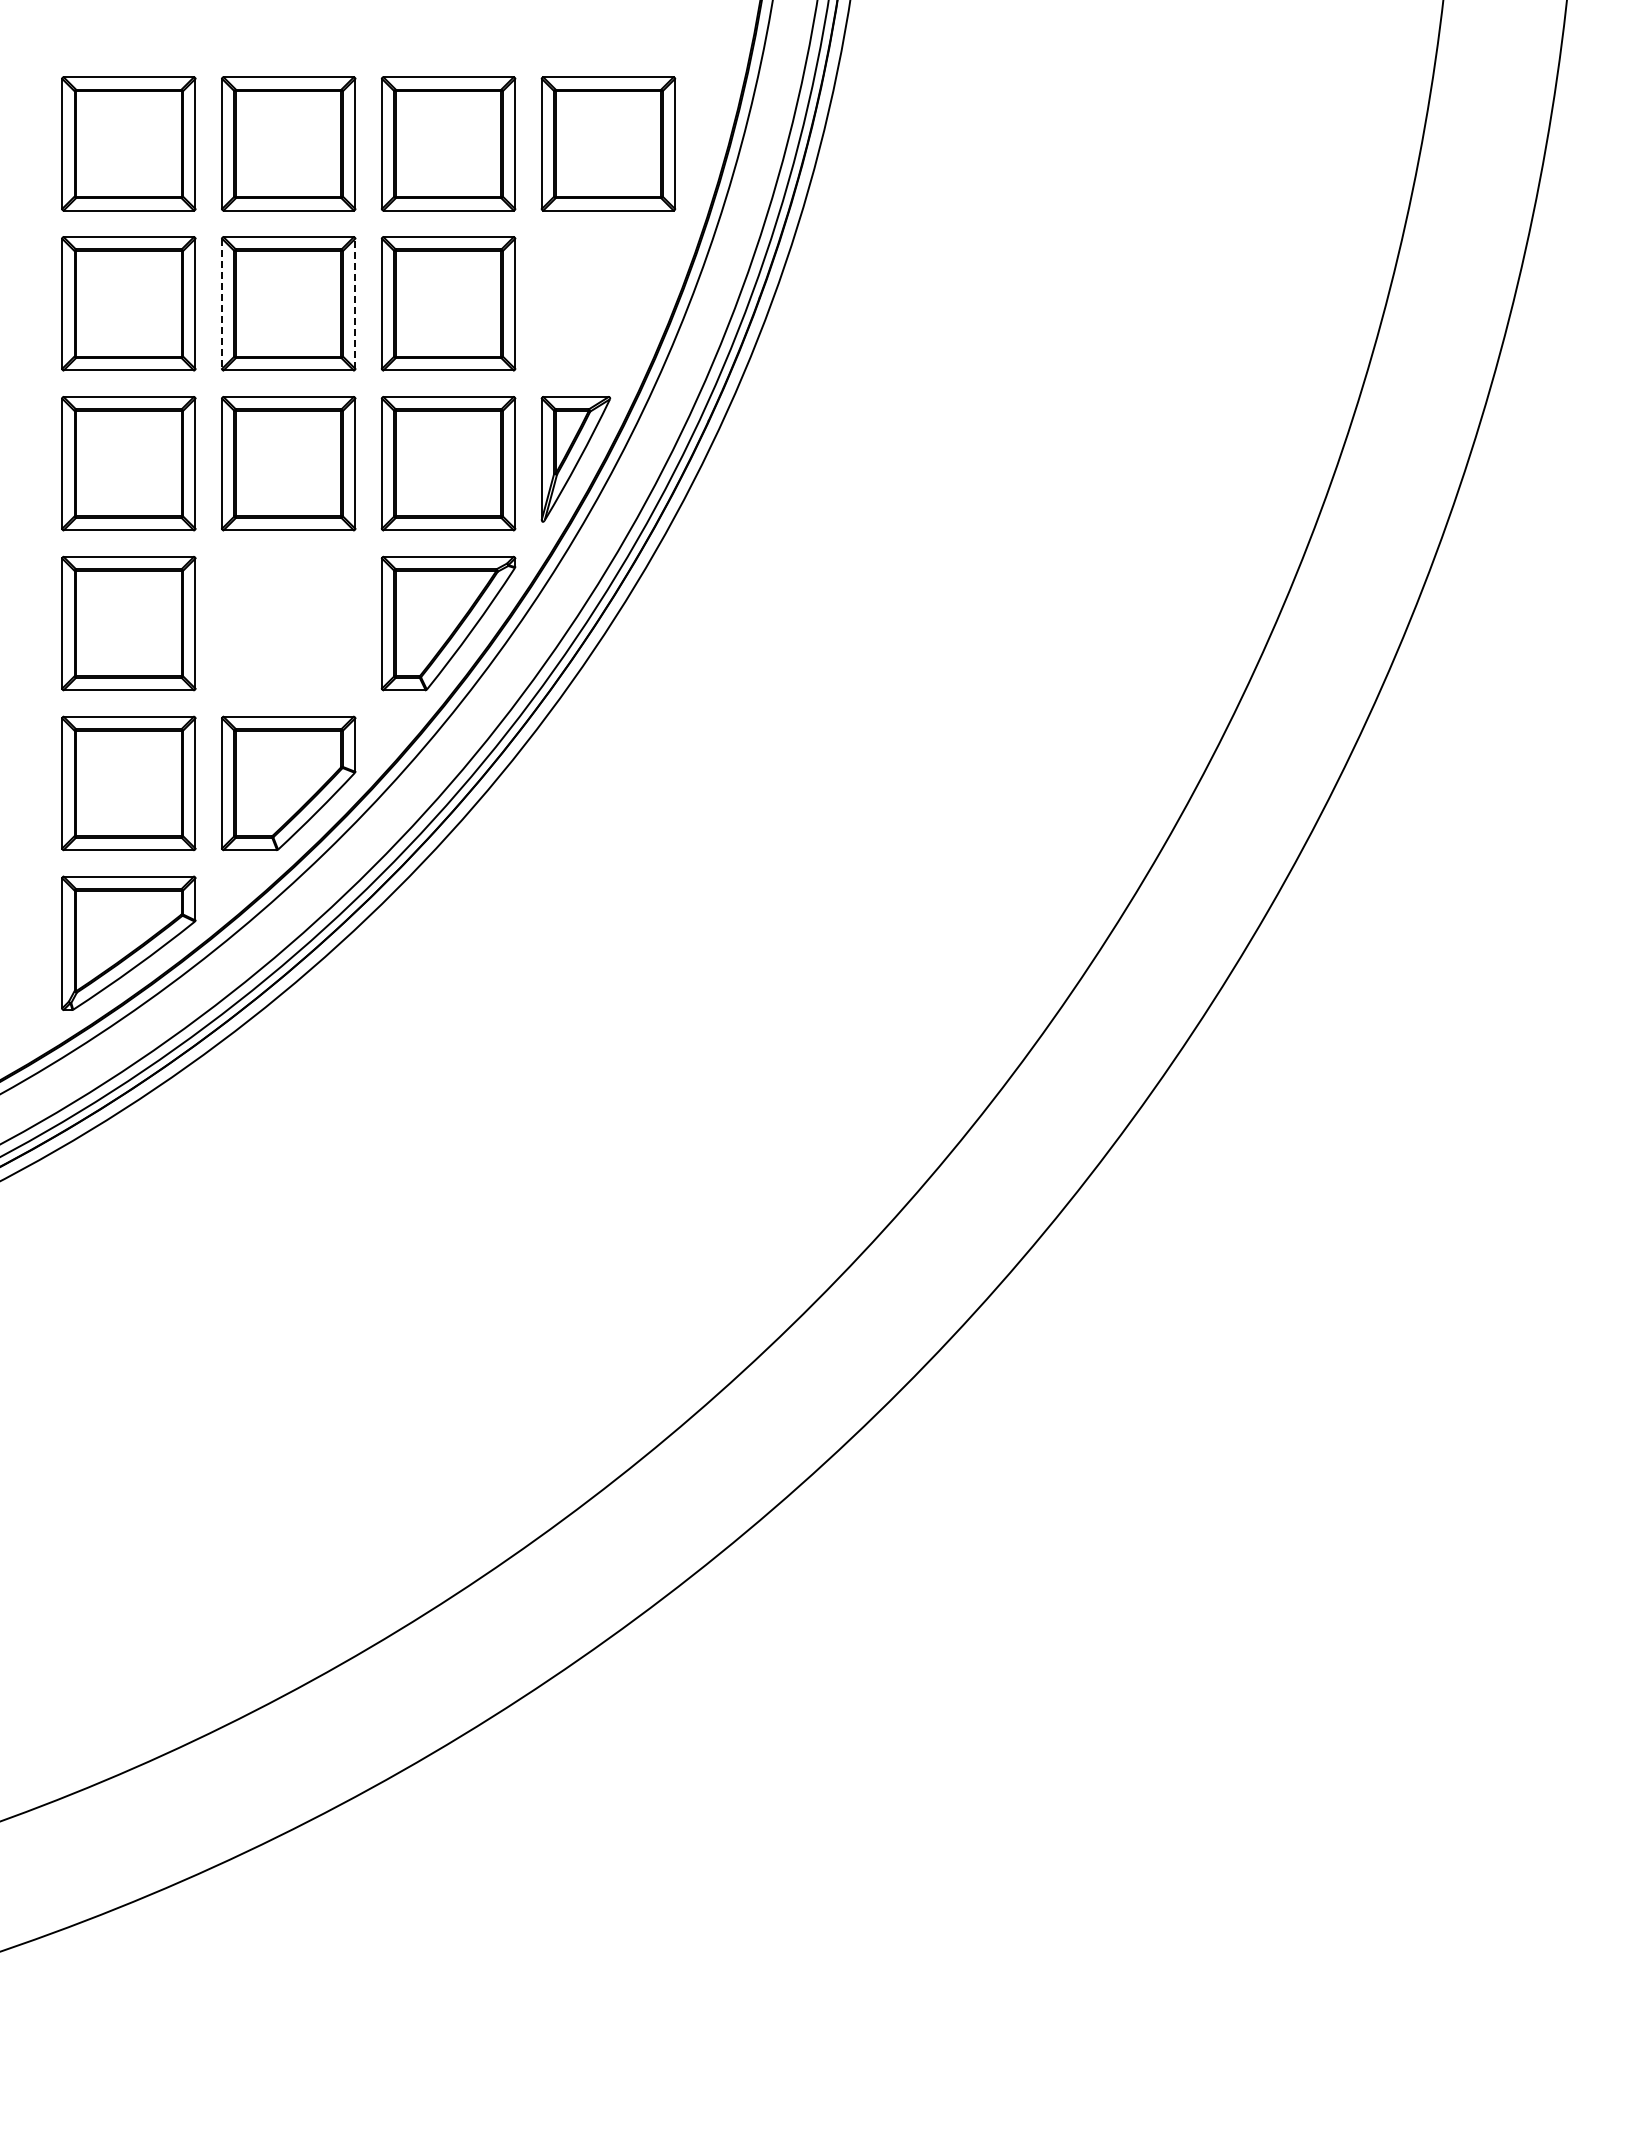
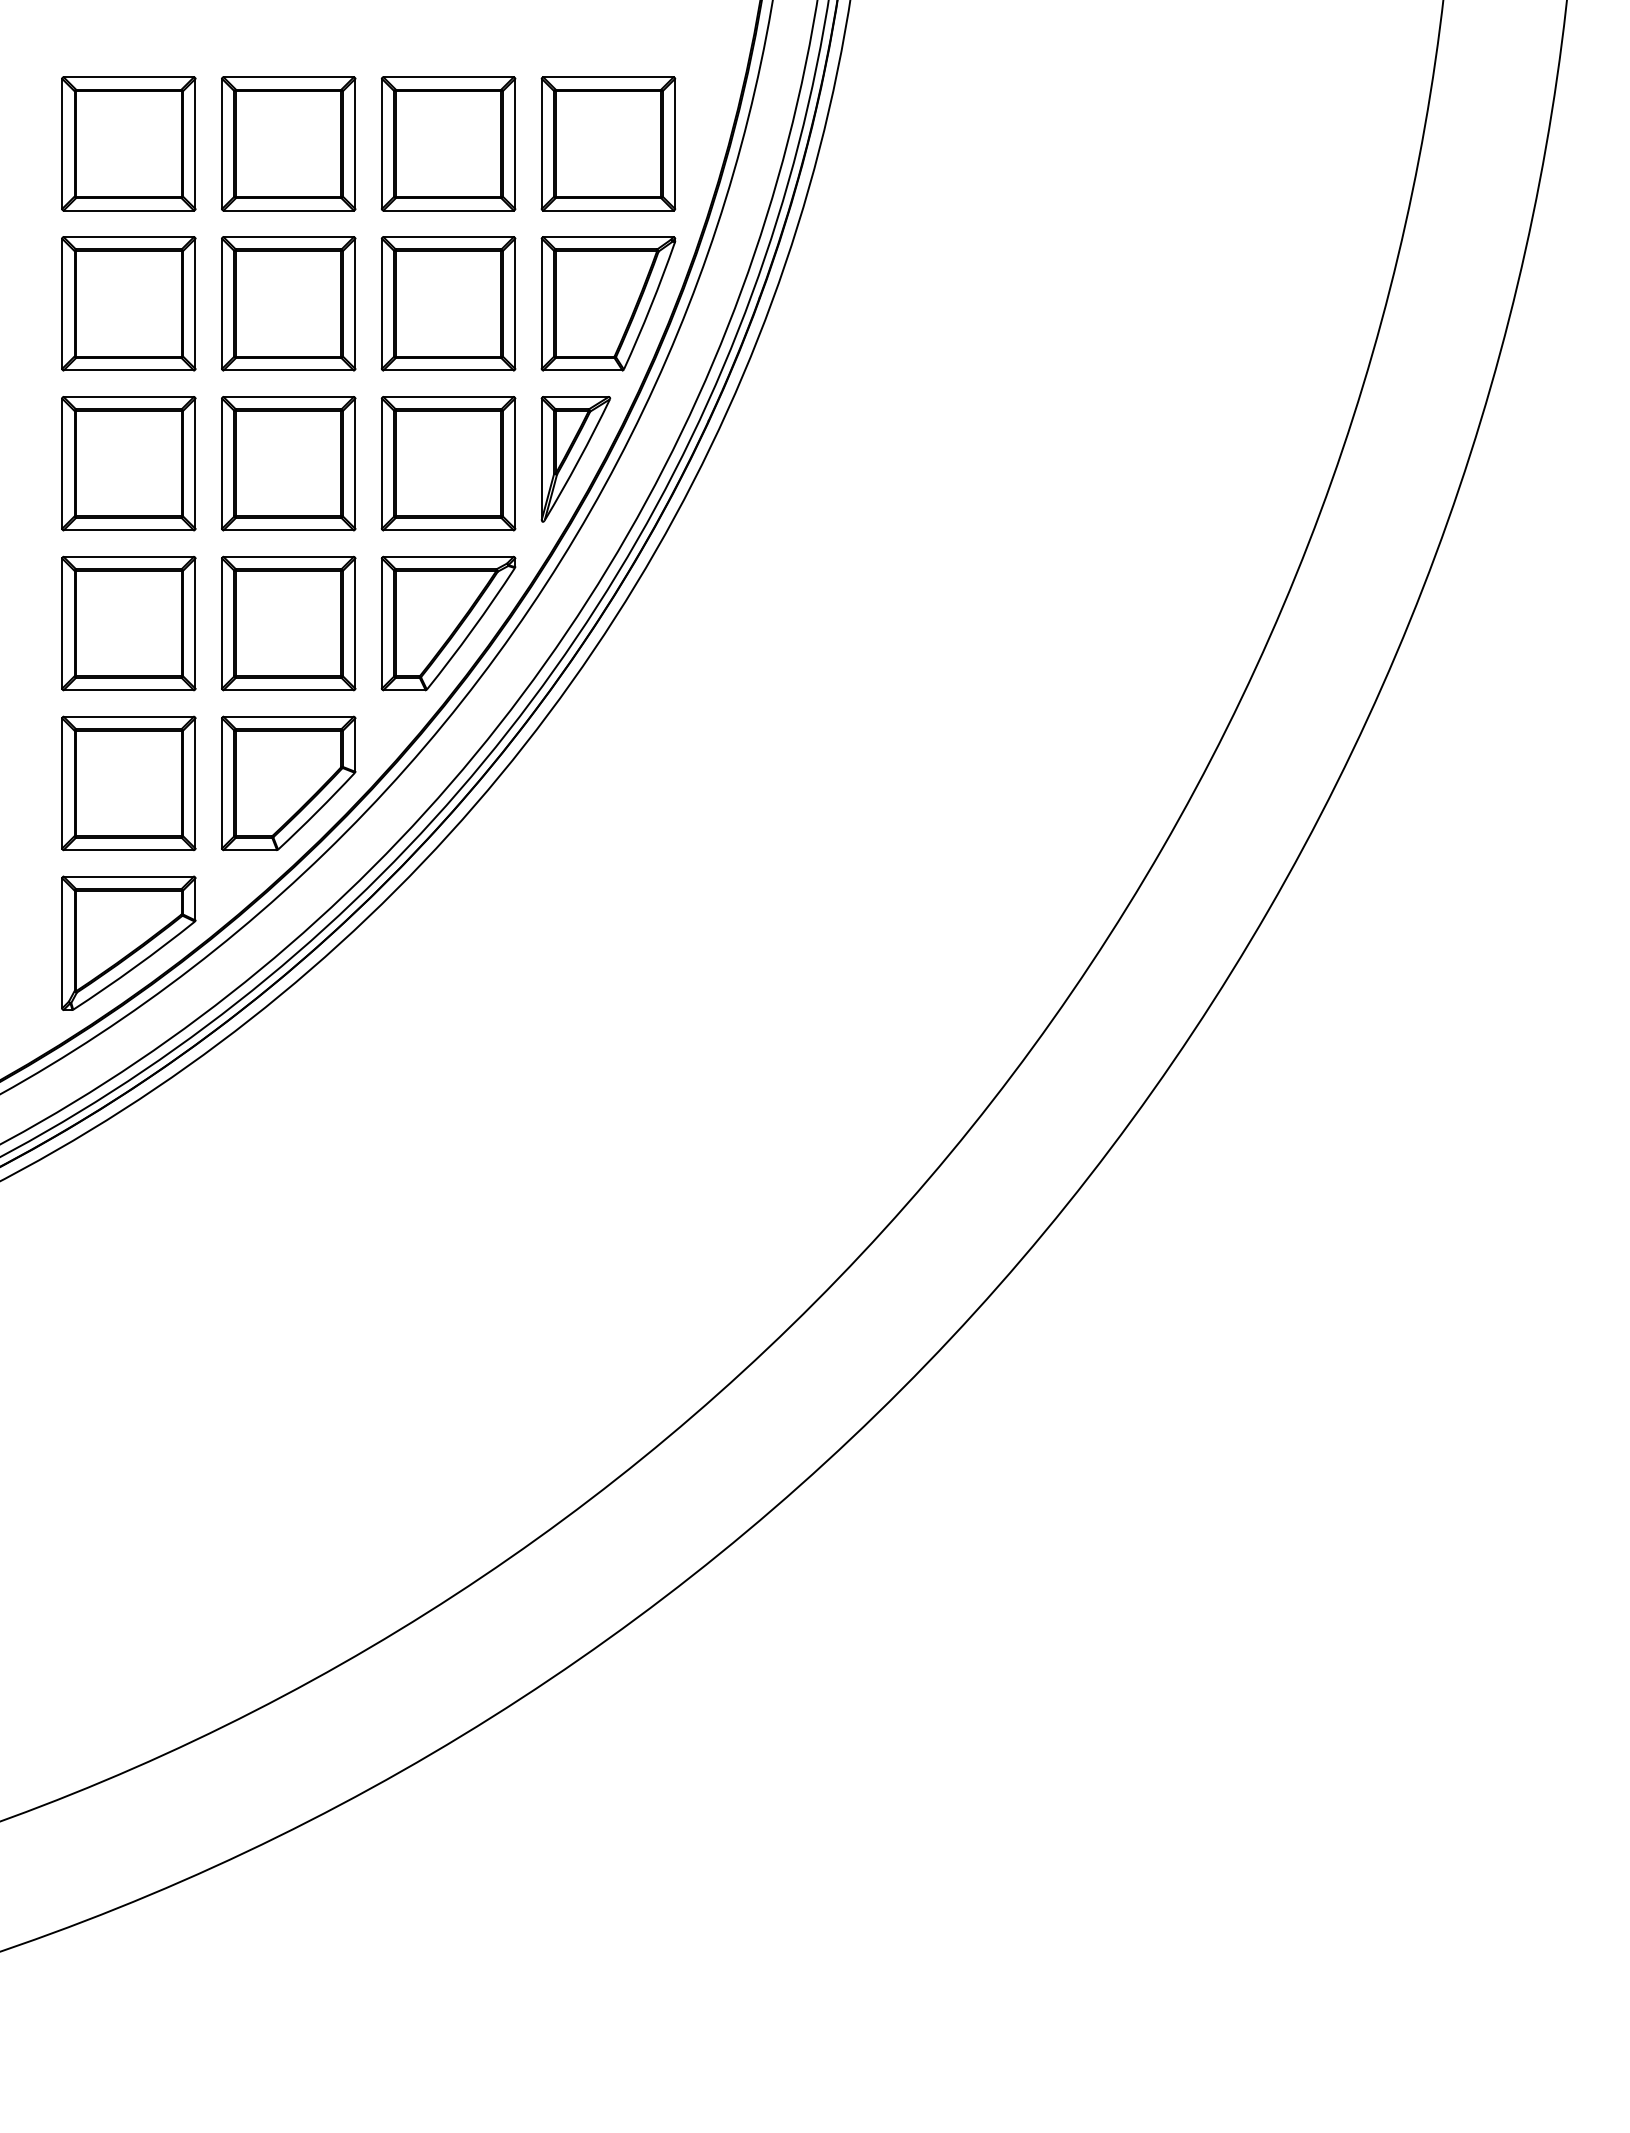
line at (355, 303): dashed -> solid
part at (608, 303): none -> present
line at (222, 304): dashed -> solid
part at (288, 623): none -> present
